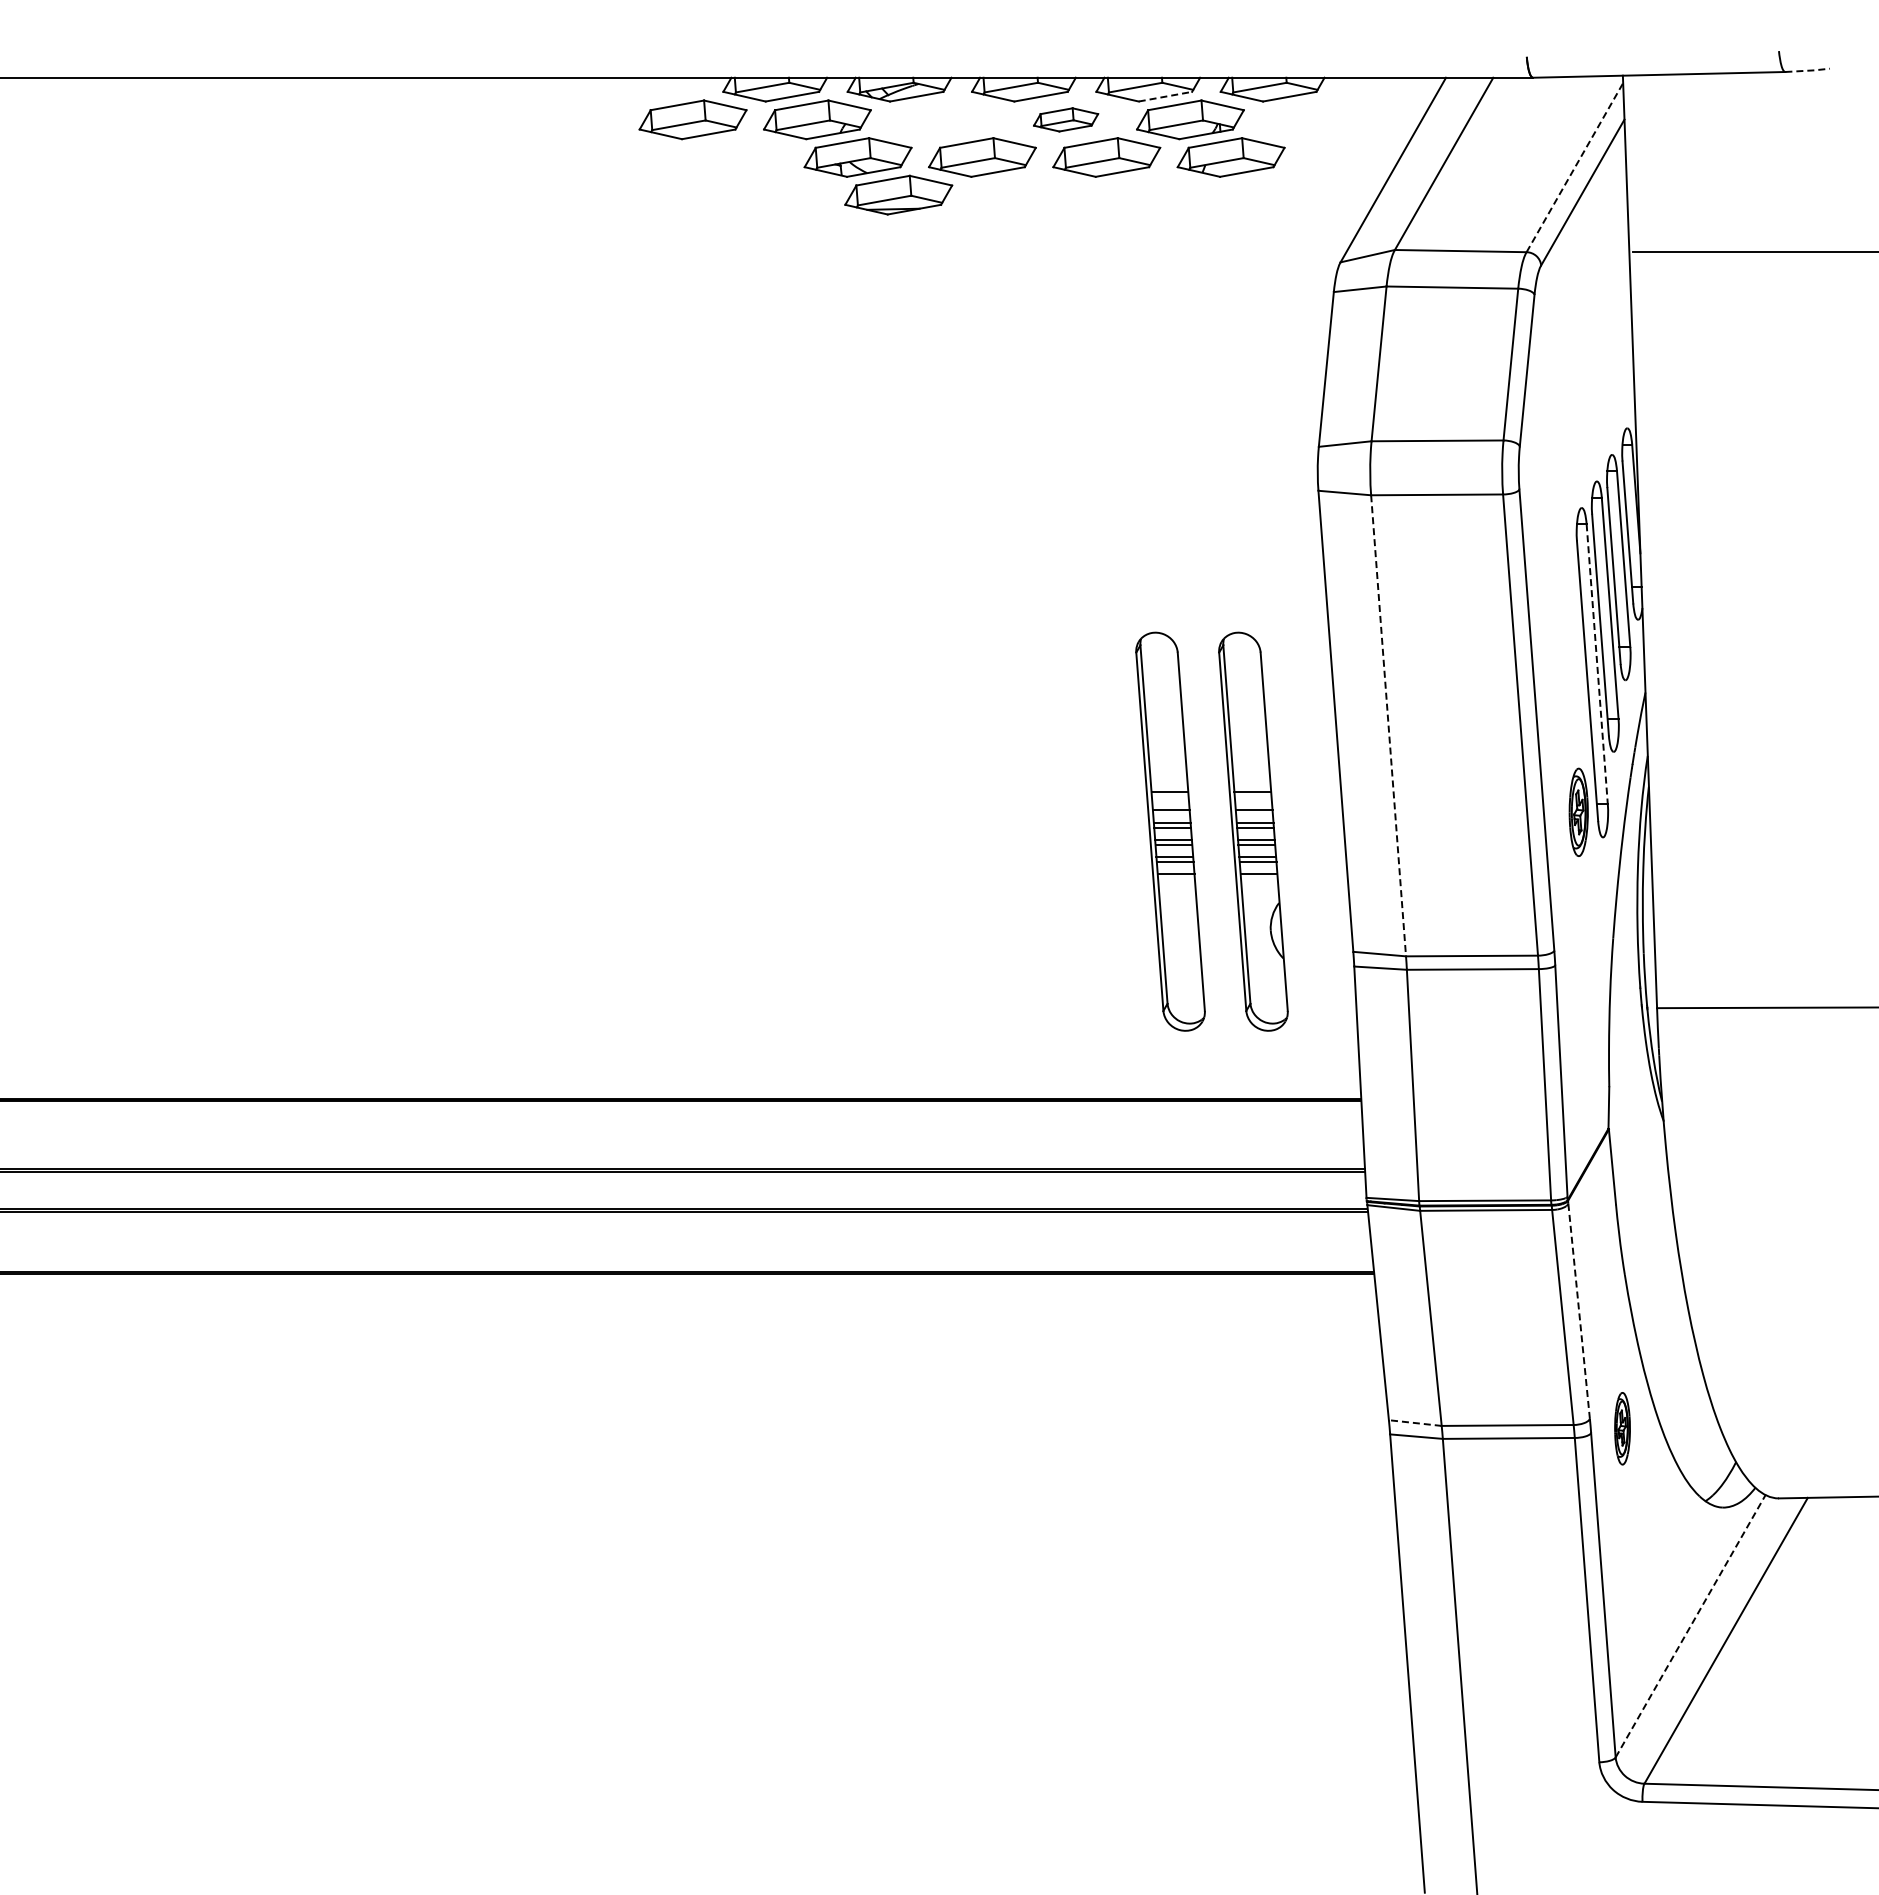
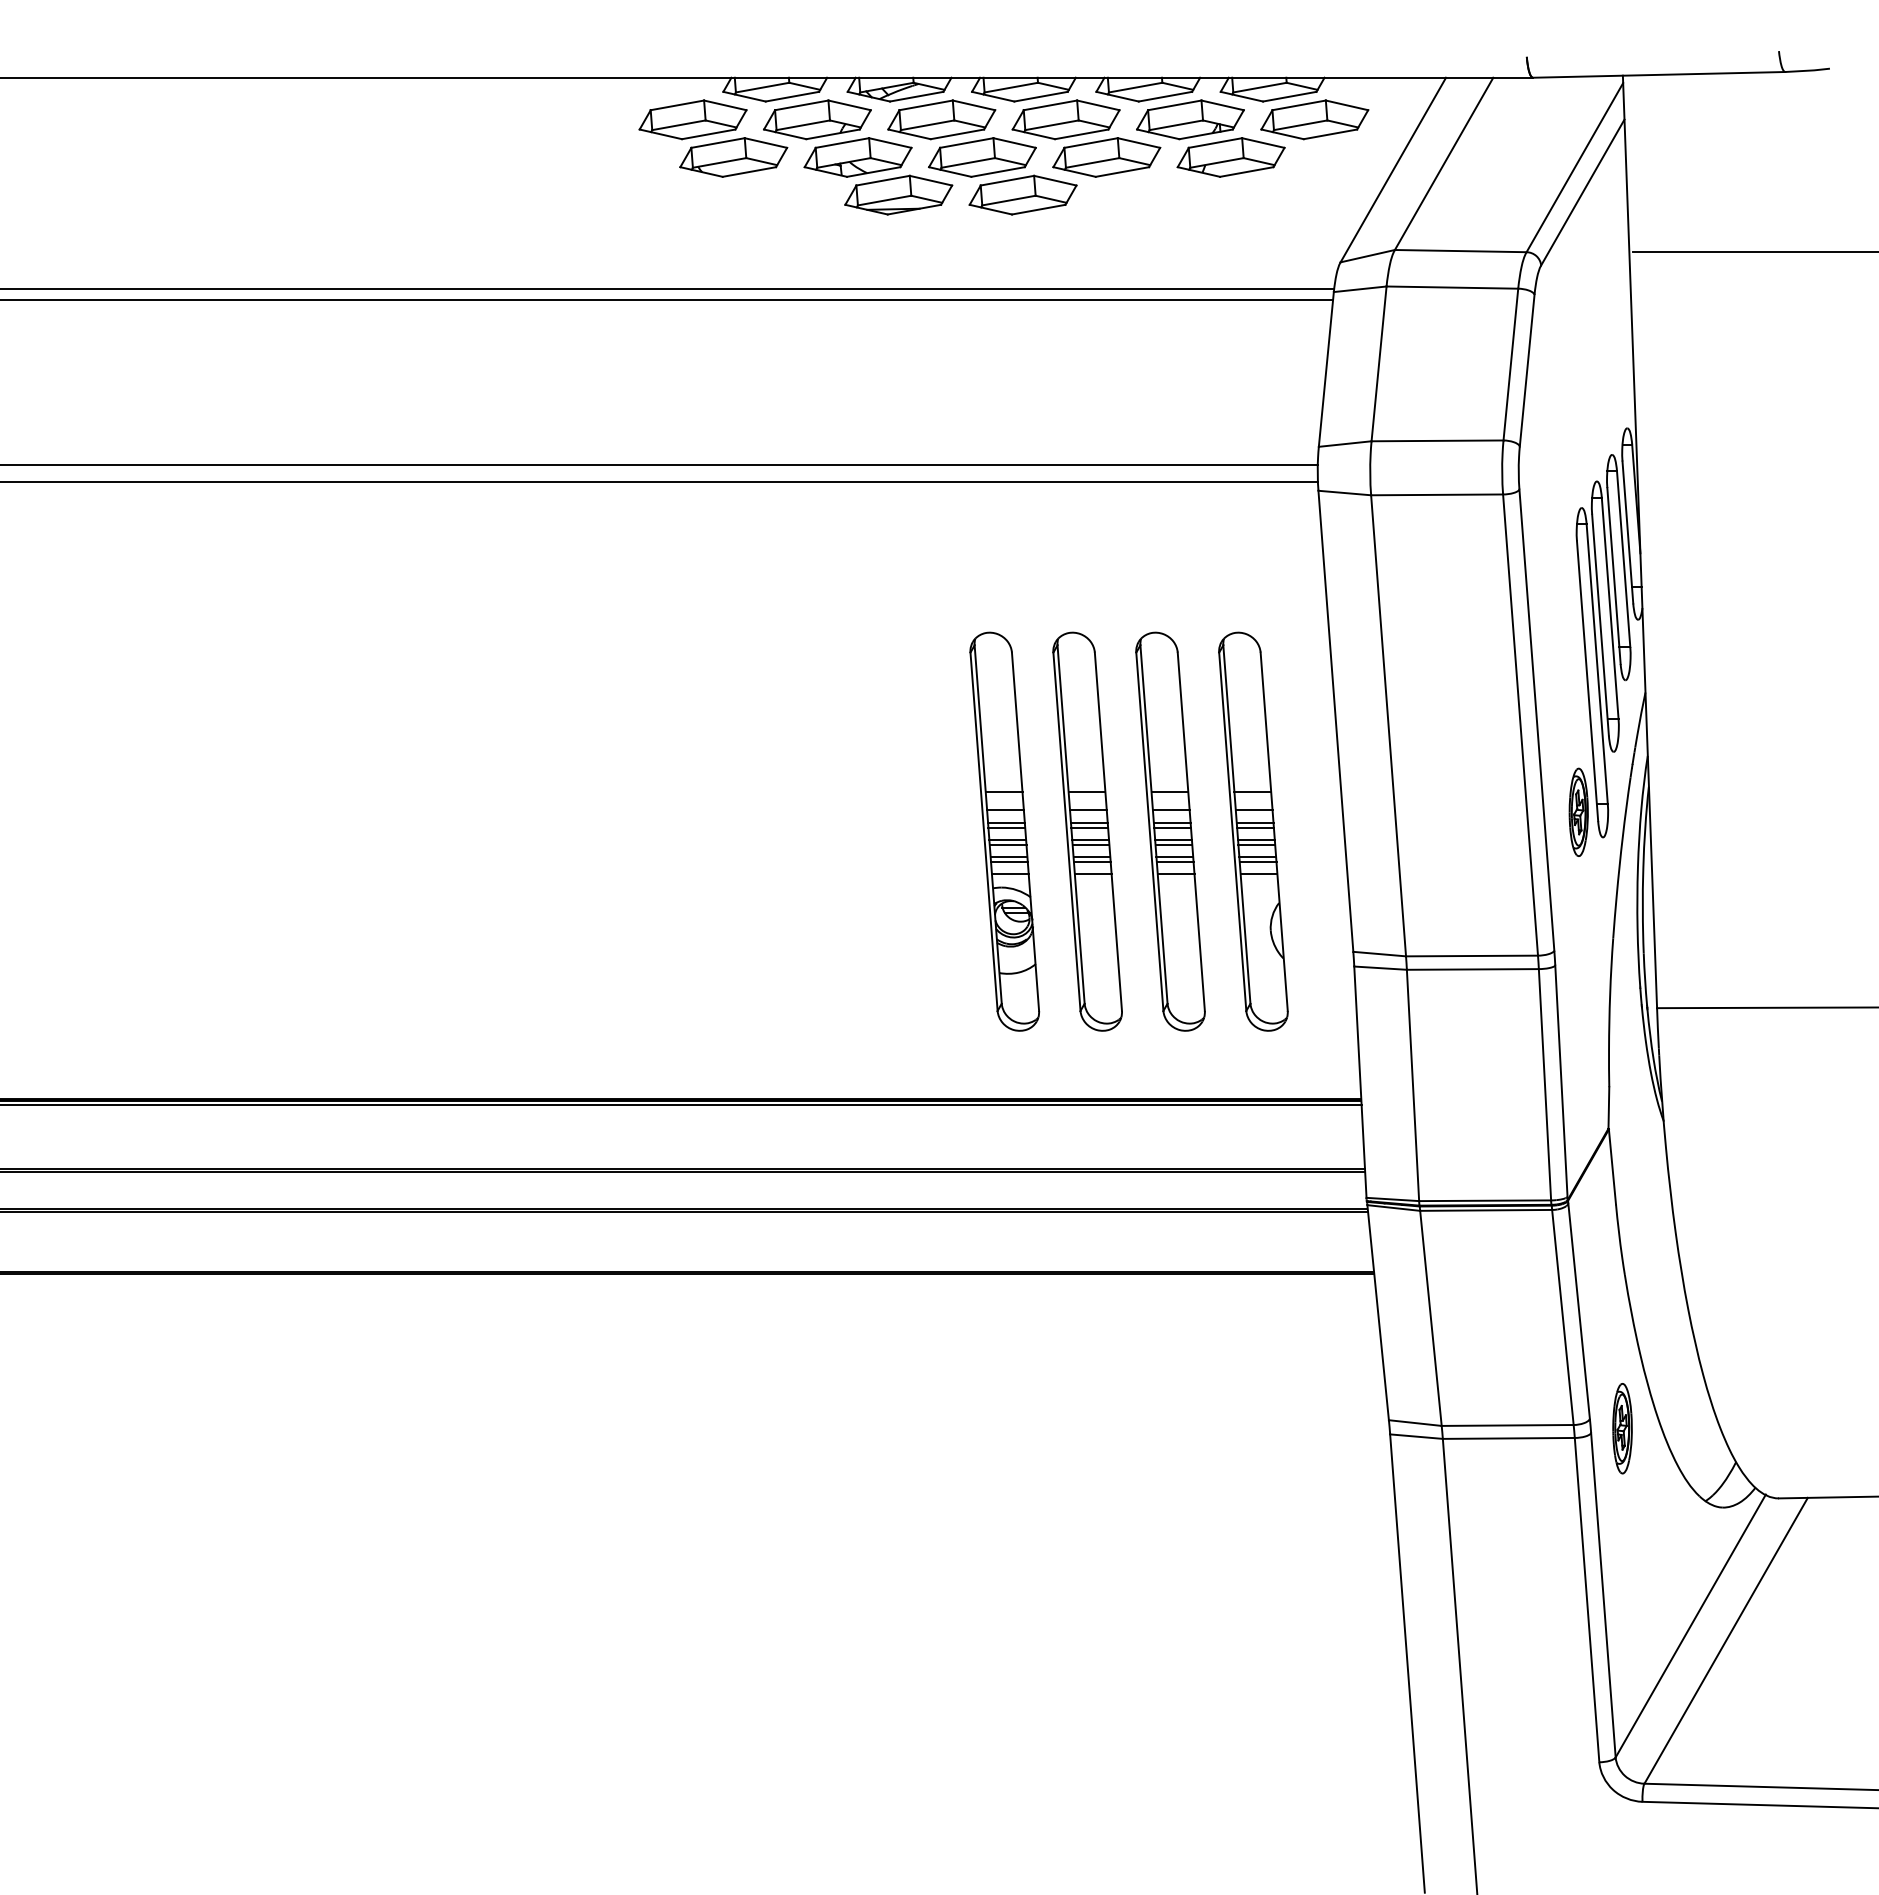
line at (1808, 70): dashed -> solid
line at (1165, 96): dashed -> solid
part at (941, 119): none -> present
part at (1066, 119) size: 67x26 px -> 110x42 px
part at (1314, 119): none -> present
part at (733, 157): none -> present
line at (1575, 167): dashed -> solid
part at (1022, 194): none -> present
line at (668, 289): none -> present
line at (667, 300): none -> present
line at (659, 465): none -> present
line at (659, 481): none -> present
line at (1597, 664): dashed -> solid
line at (1388, 726): dashed -> solid
part at (1004, 831): none -> present
part at (1087, 831): none -> present
line at (681, 1104): none -> present
line at (1579, 1310): dashed -> solid
line at (1415, 1423): dashed -> solid
part at (1622, 1428) size: 17x74 px -> 21x92 px
line at (1691, 1625): dashed -> solid
